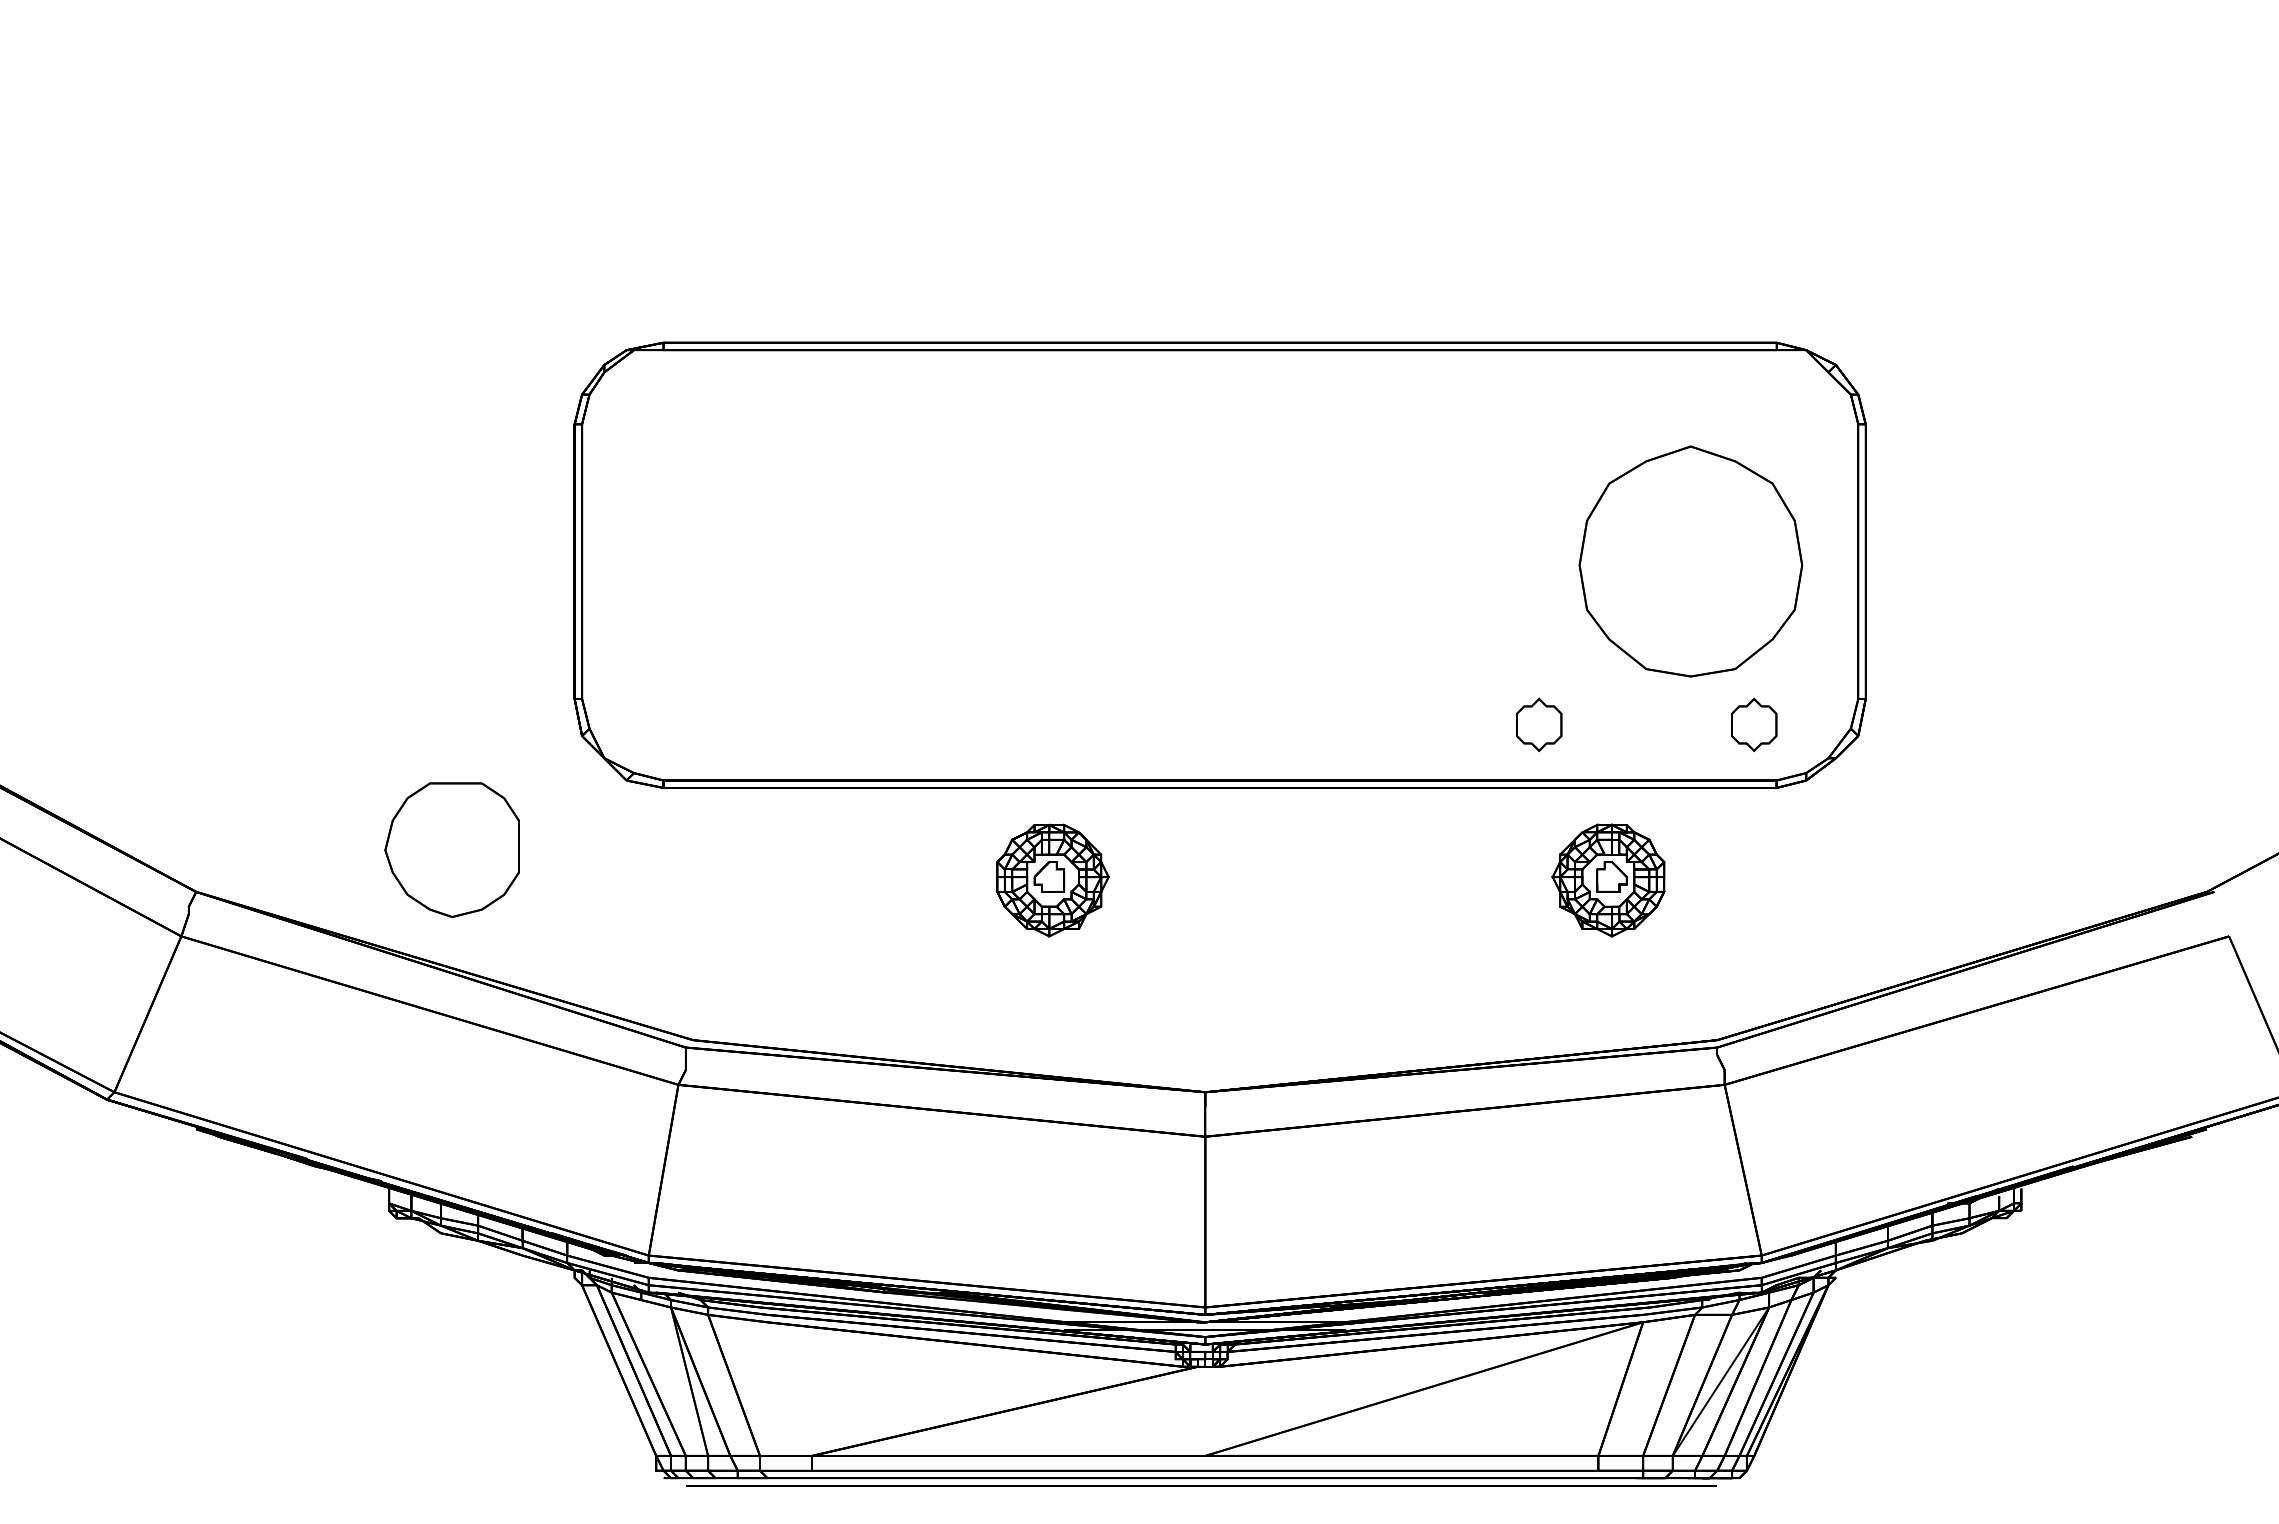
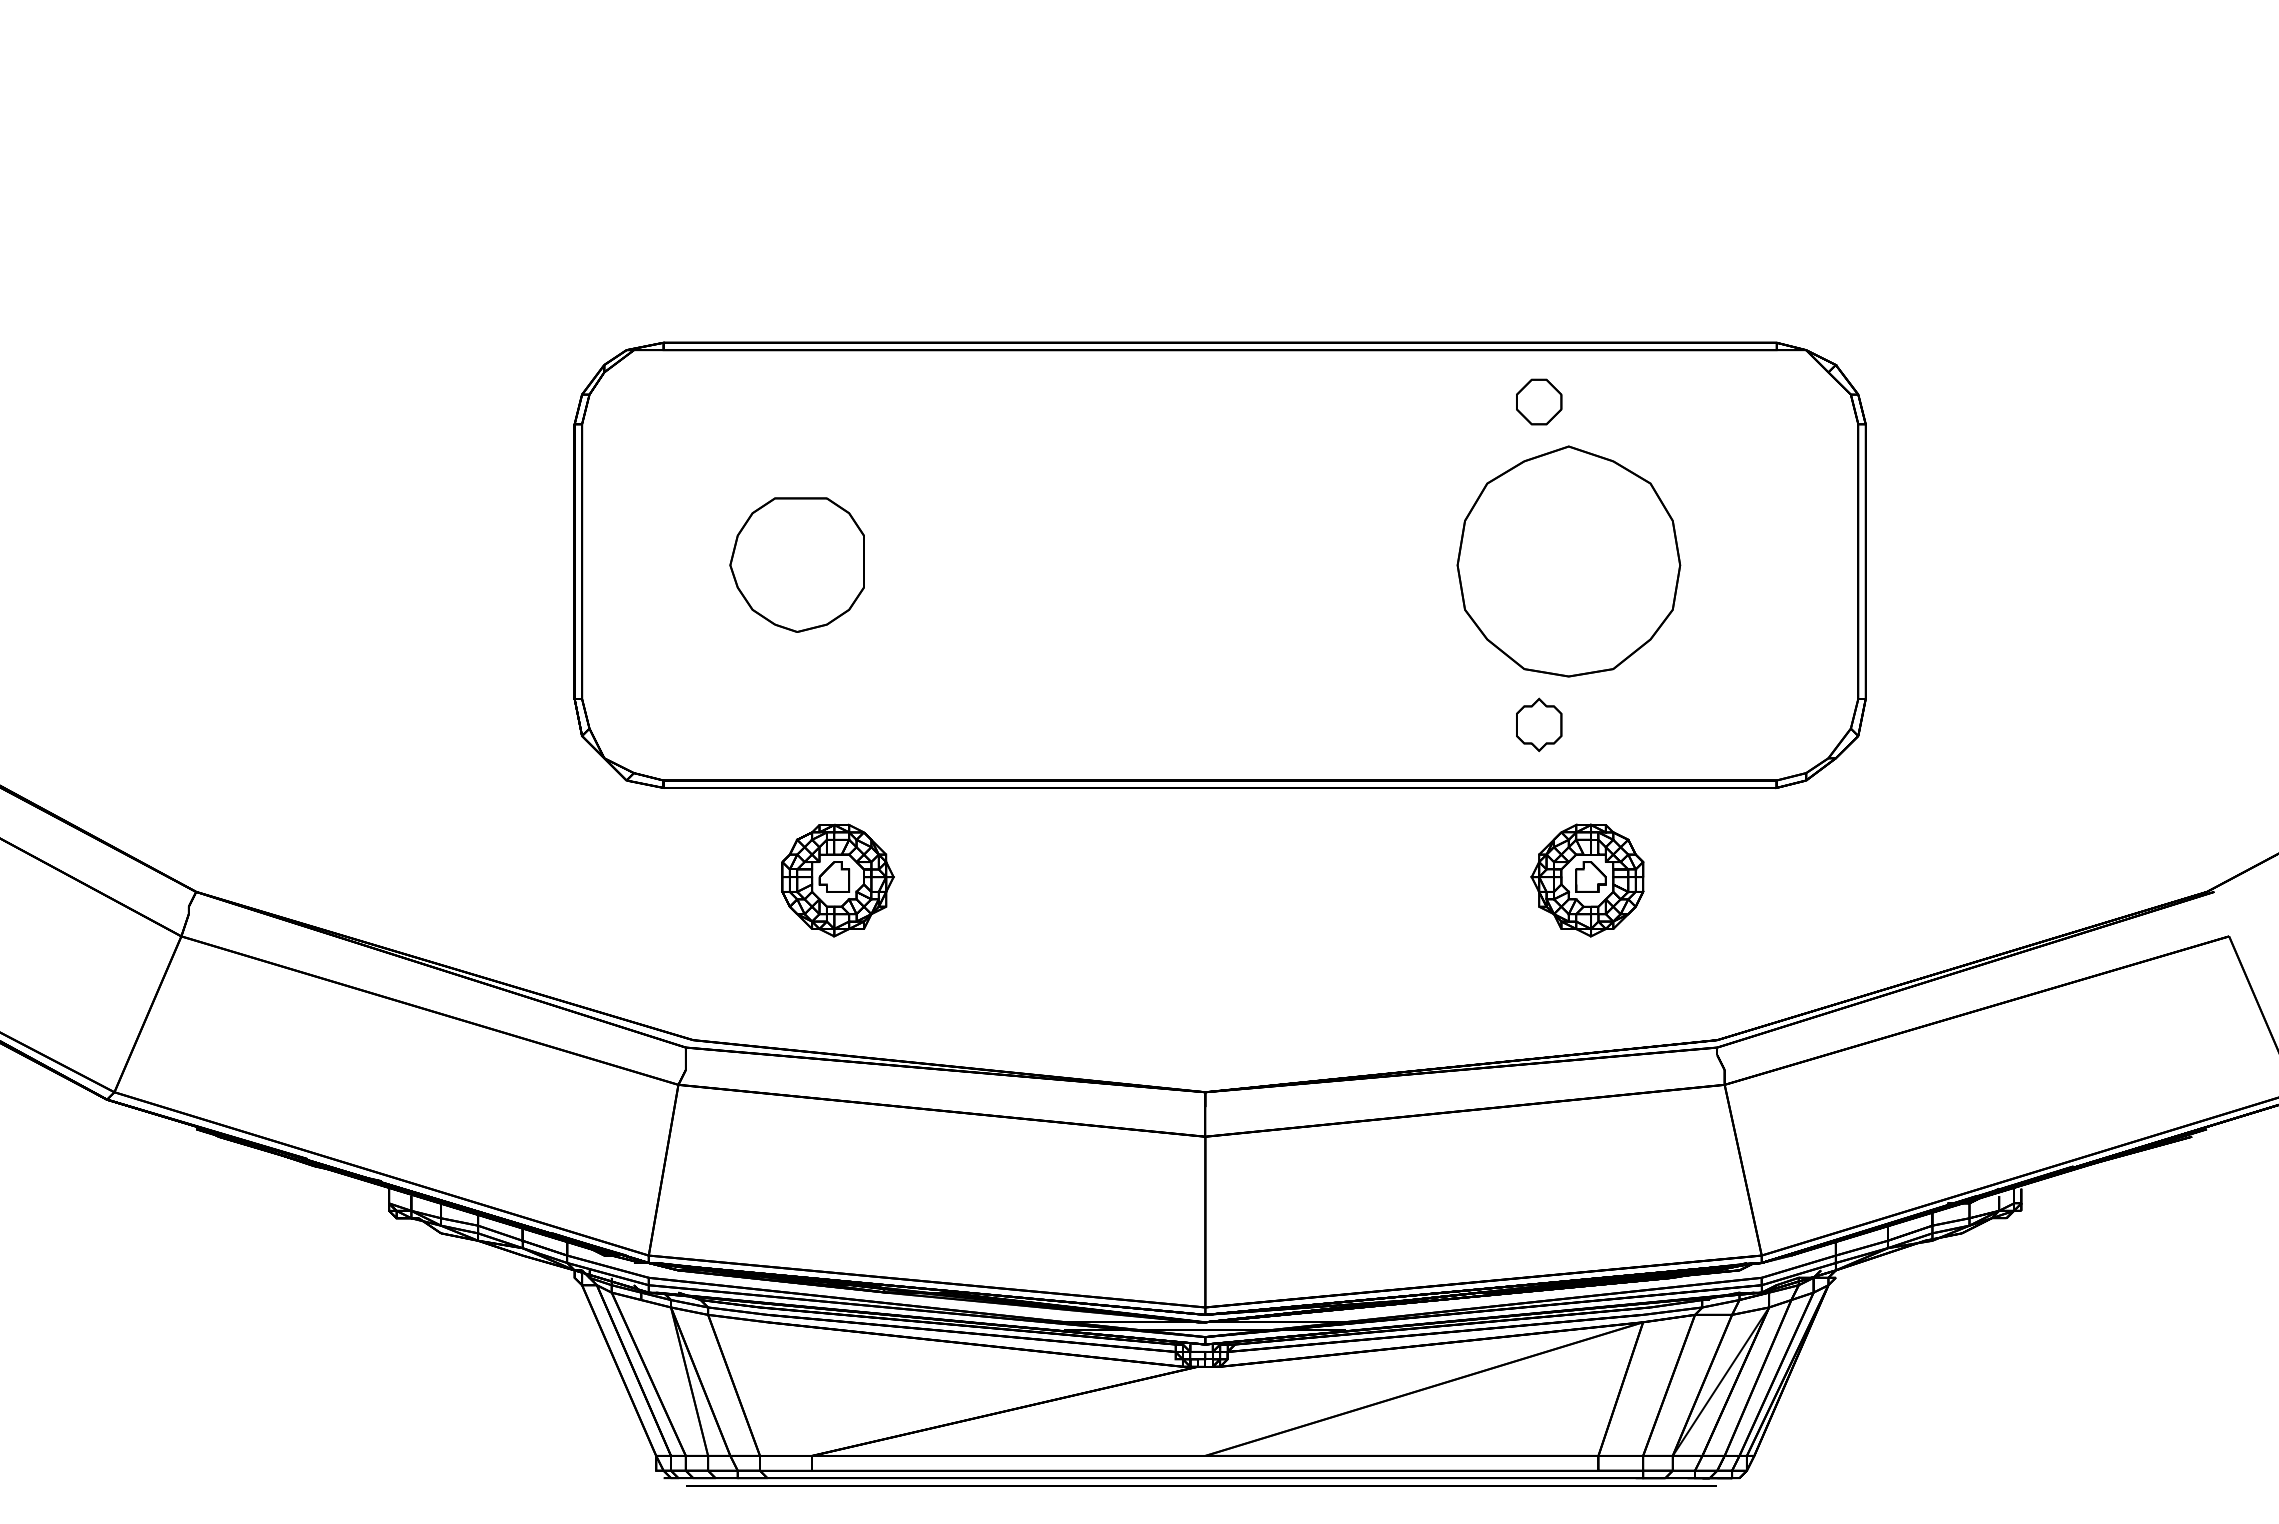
part at (1539, 401): none -> present
part at (1690, 561) position: (1690, 561) -> (1568, 561)
part at (1754, 724): present -> none
part at (451, 849) position: (451, 849) -> (796, 564)
part at (1052, 880) position: (1052, 880) -> (837, 880)
part at (1608, 880) position: (1608, 880) -> (1587, 880)
